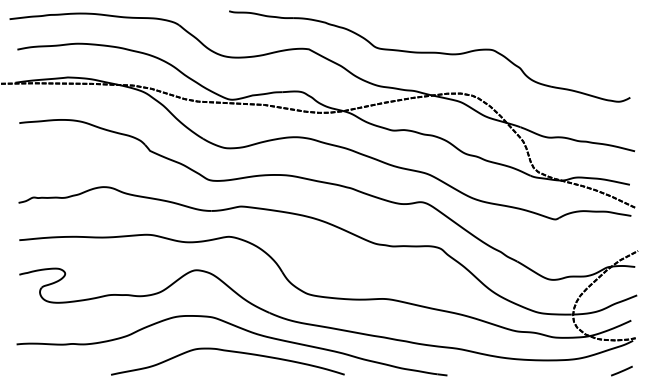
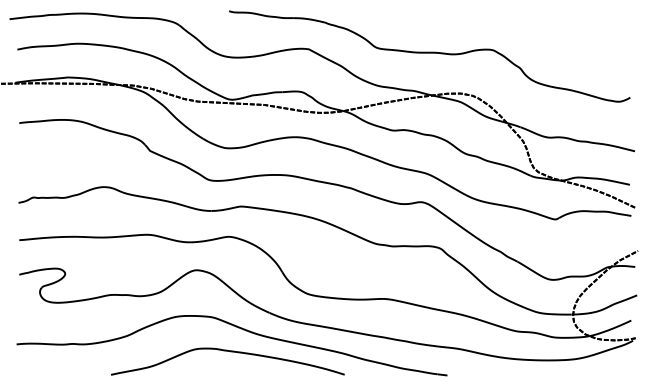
line at (621, 370): present -> none
